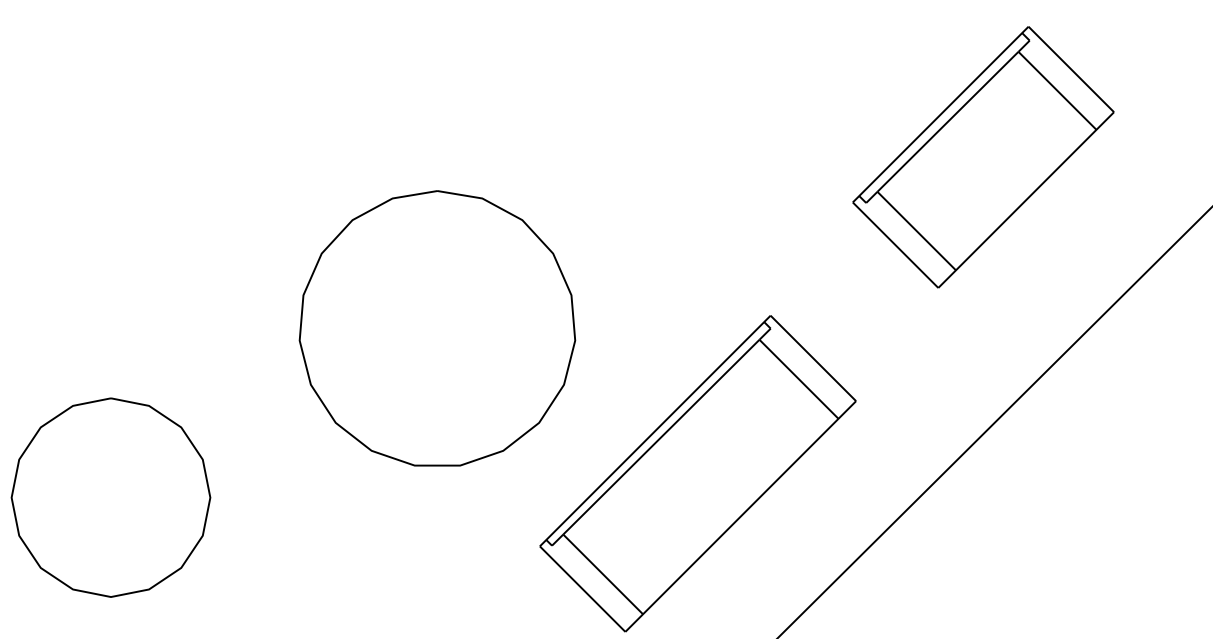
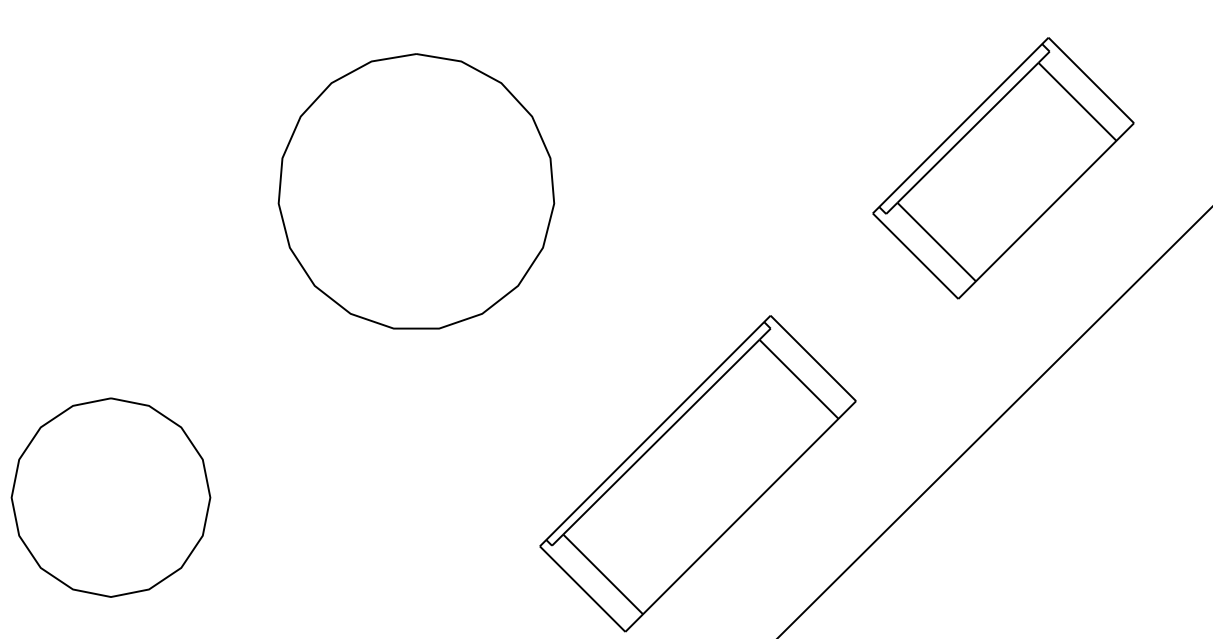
part at (983, 157) position: (983, 157) -> (1003, 168)
part at (437, 328) position: (437, 328) -> (416, 191)
